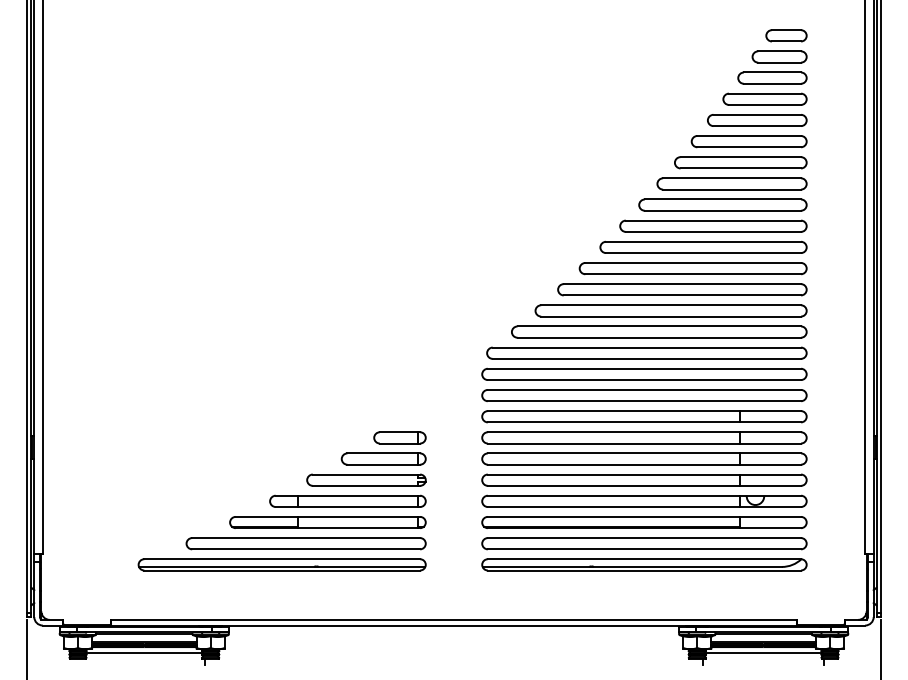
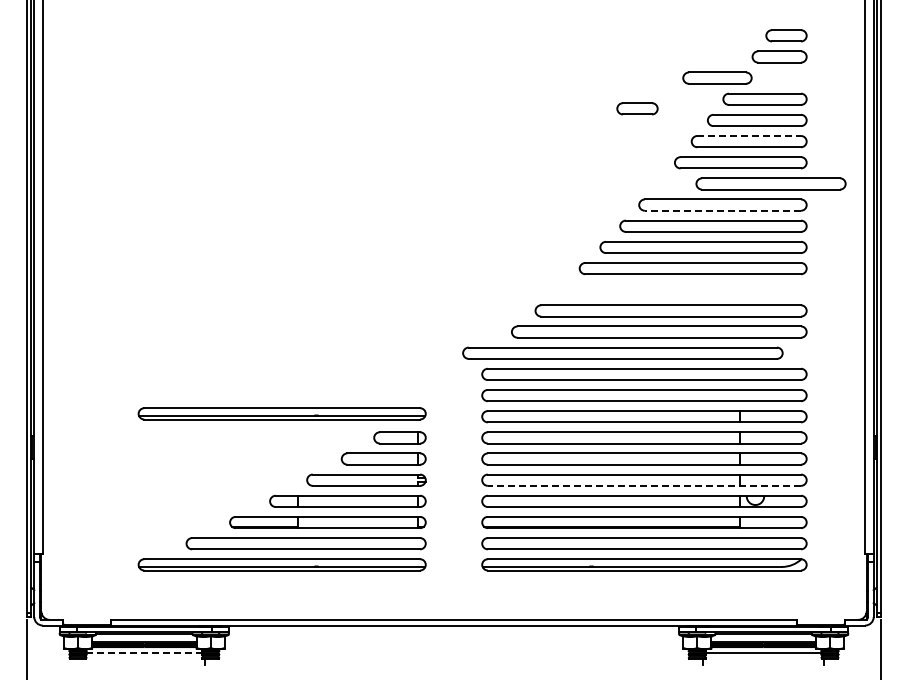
part at (772, 77) position: (772, 77) -> (717, 77)
part at (637, 108): none -> present
line at (749, 135): solid -> dashed
part at (731, 183) position: (731, 183) -> (770, 183)
line at (722, 210): solid -> dashed
part at (682, 289): present -> none
part at (646, 352) position: (646, 352) -> (622, 352)
part at (281, 413): none -> present
line at (644, 485): solid -> dashed
line at (144, 652): solid -> dashed
